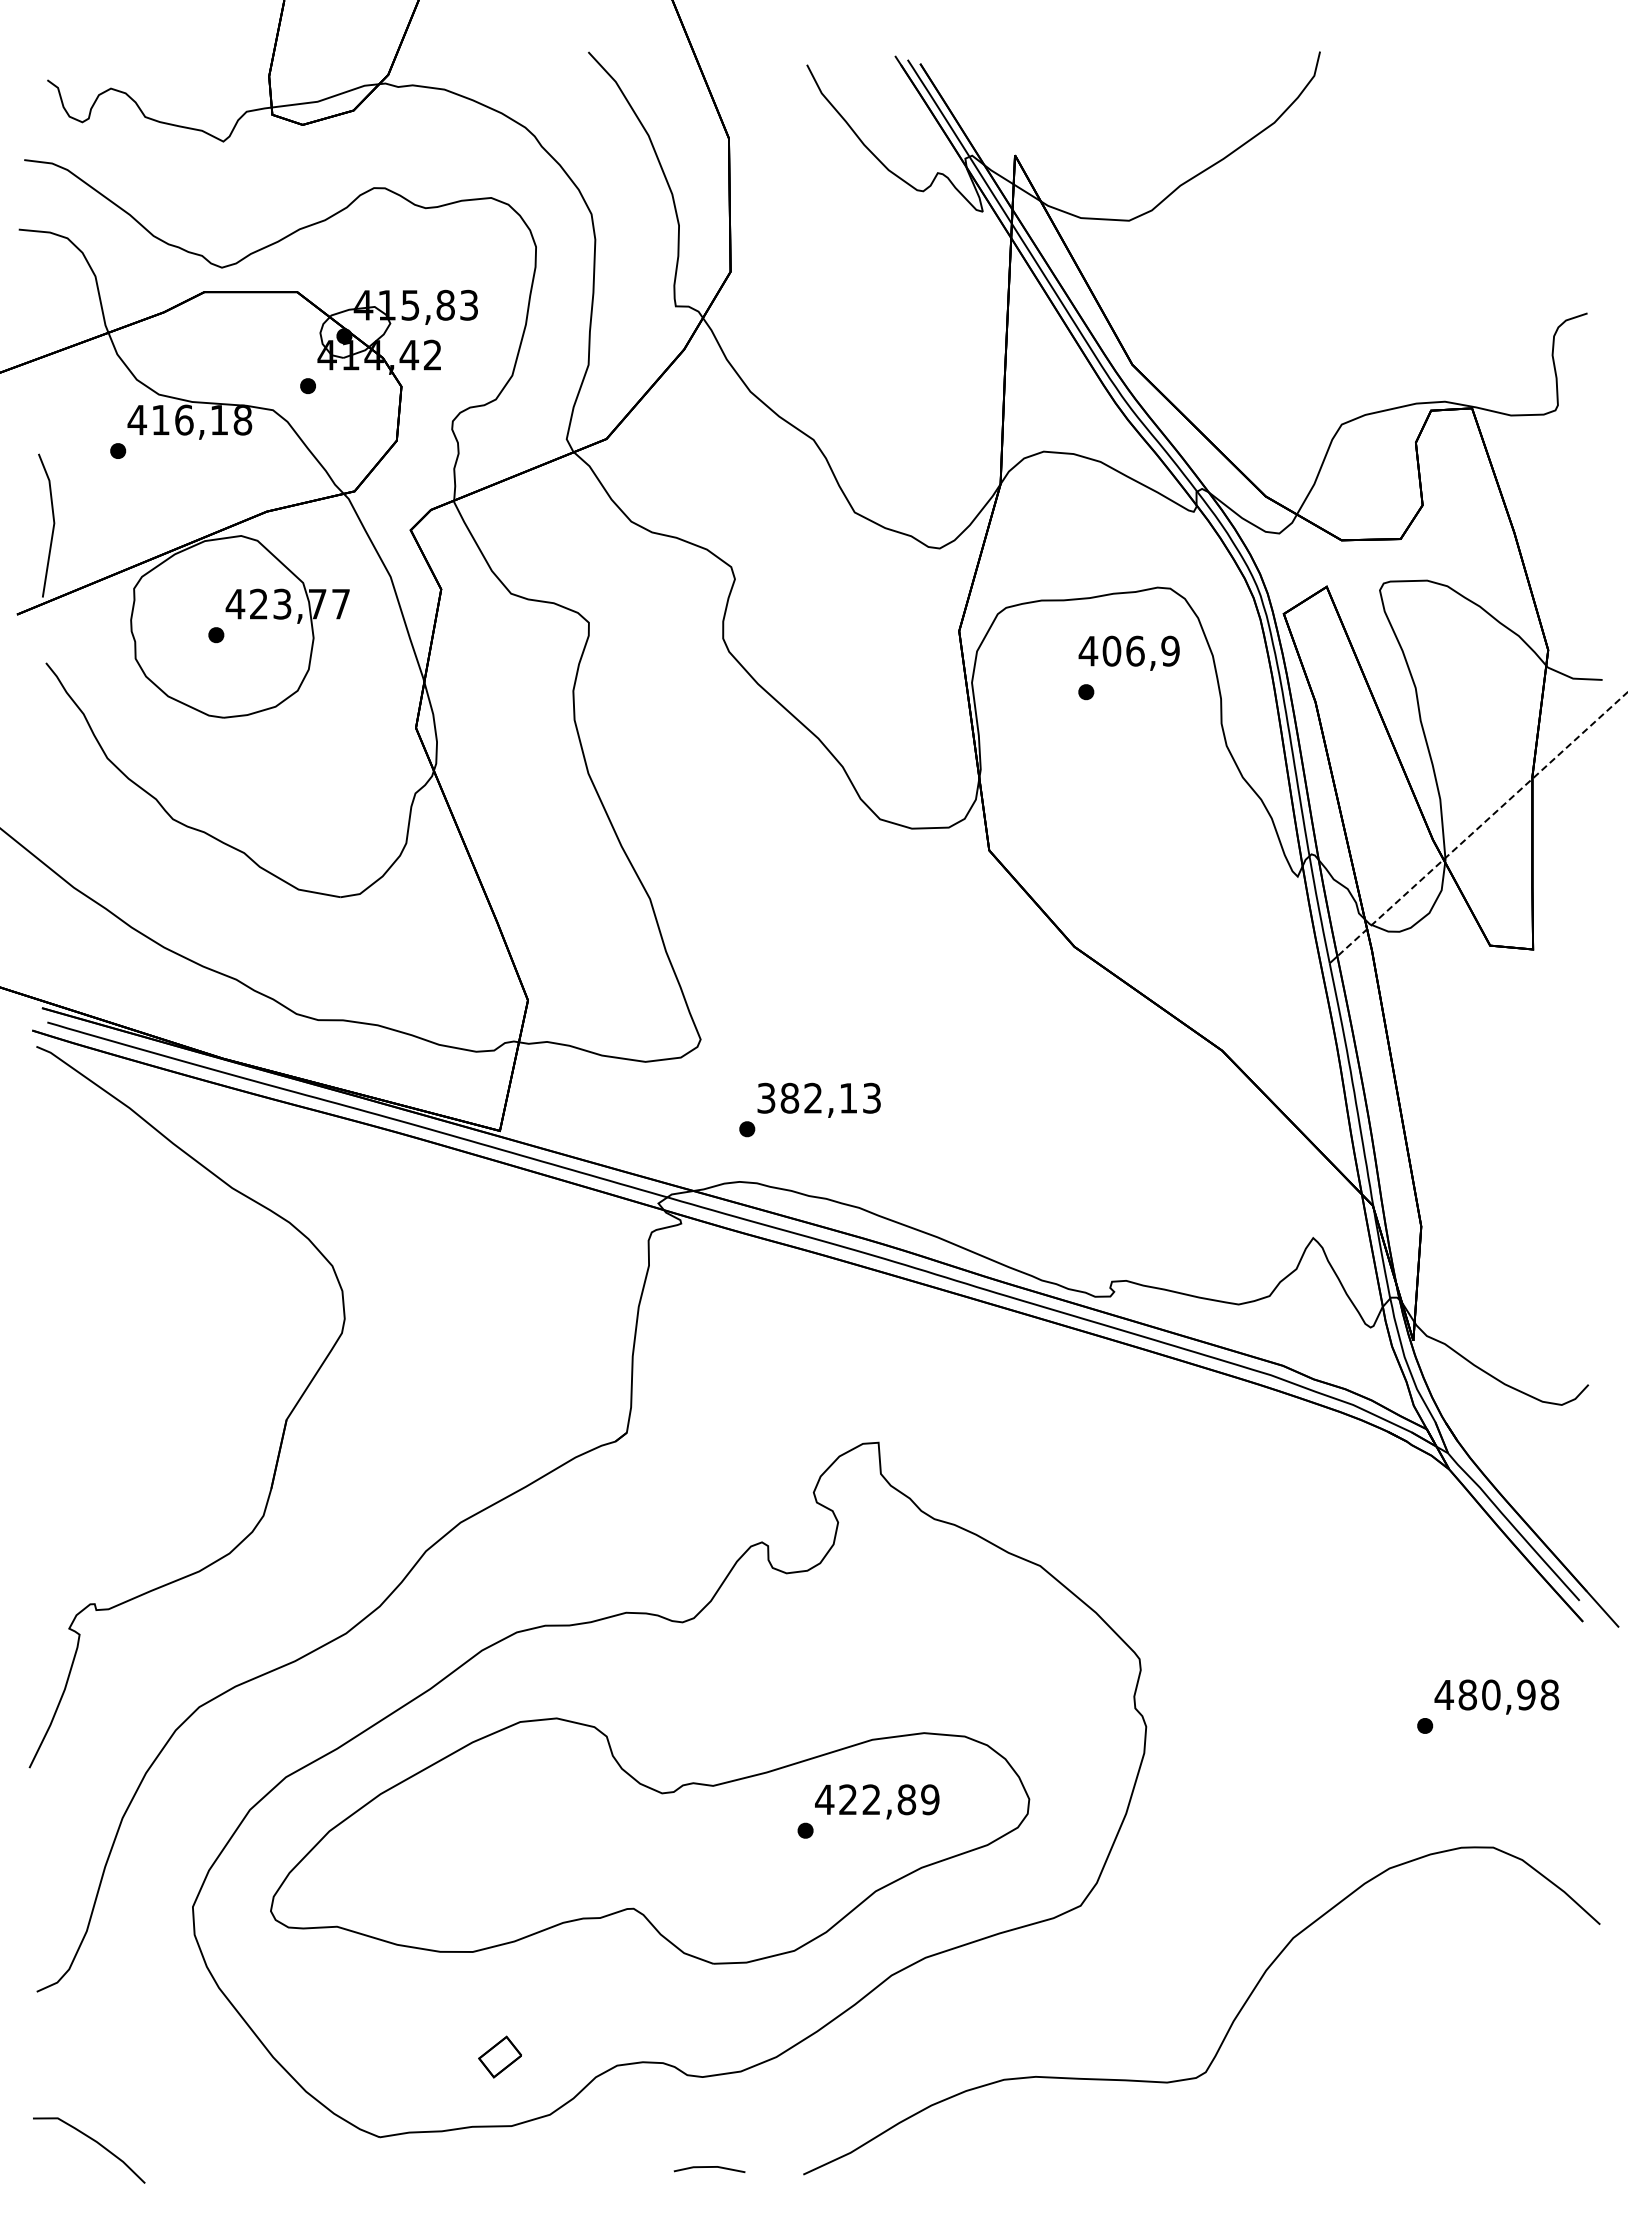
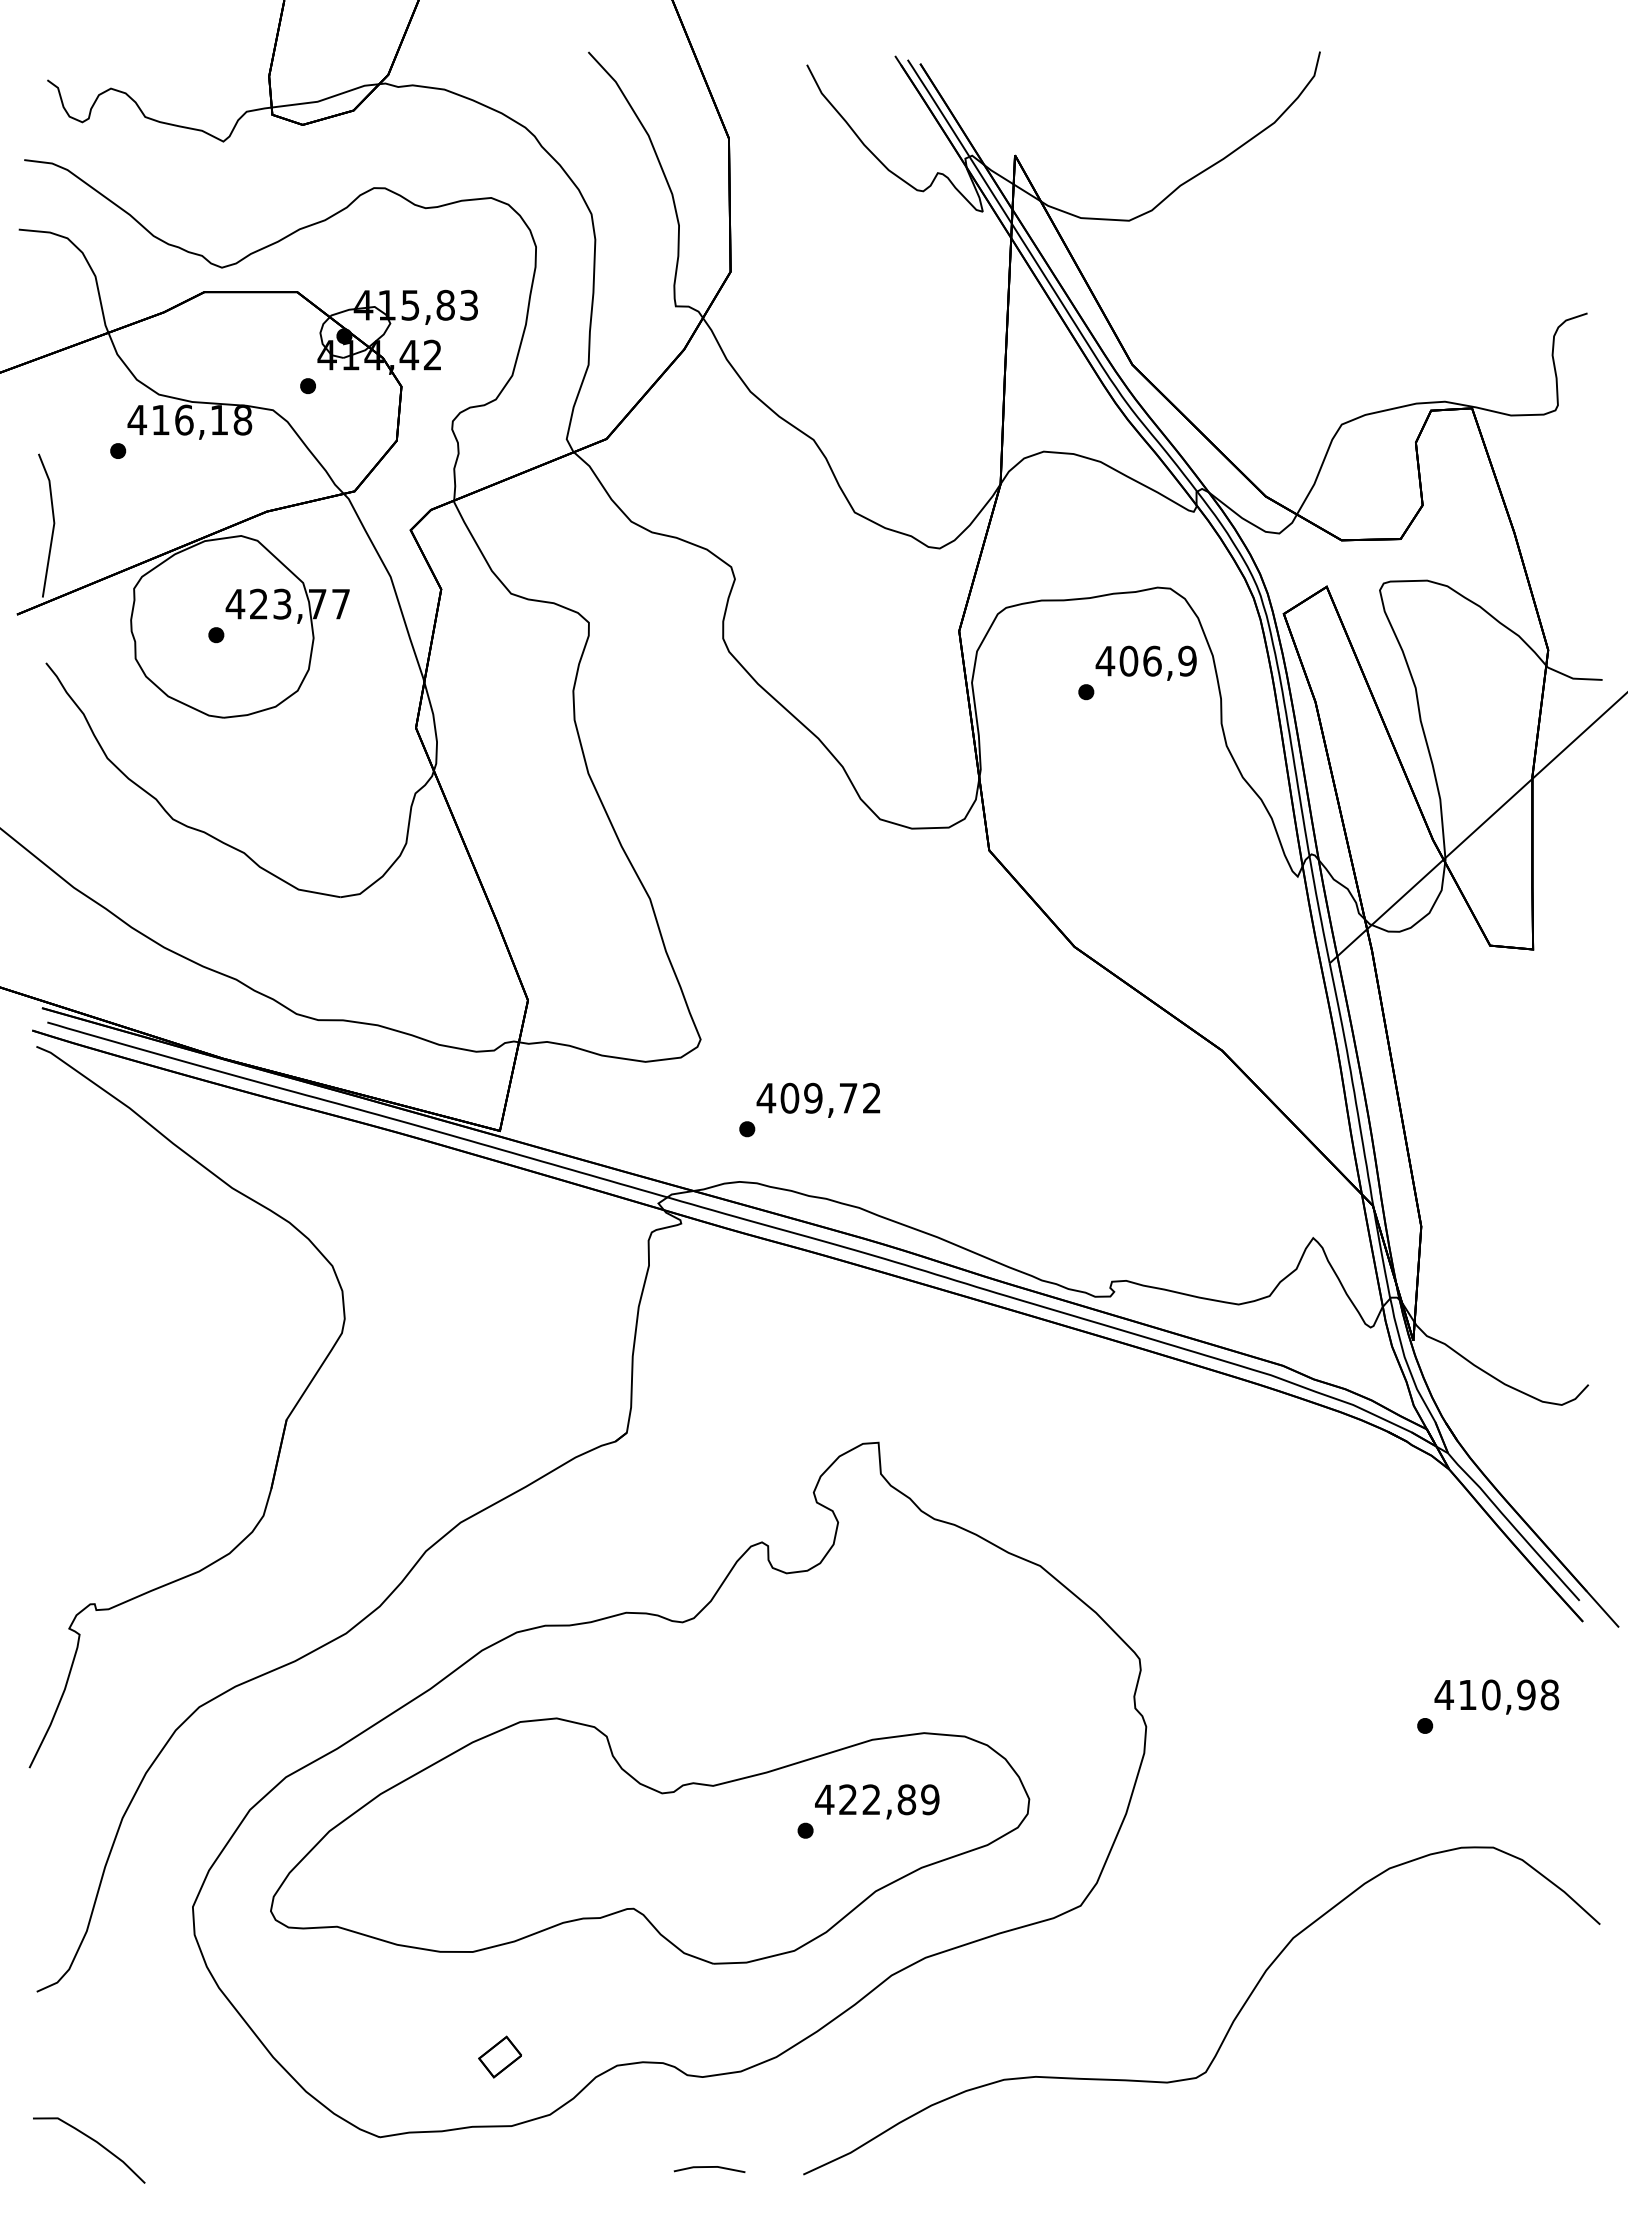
text at (1128, 652) position: (1128, 652) -> (1145, 662)
line at (1482, 824): dashed -> solid
text at (818, 1097): 382,13 -> 409,72
text at (1467, 1694): 480,98 -> 410,98
